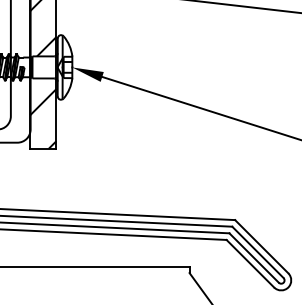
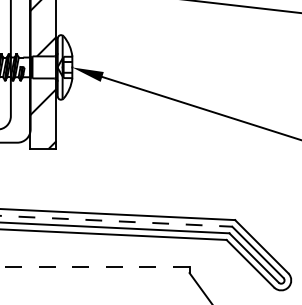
line at (116, 221): solid -> dashed
line at (94, 266): solid -> dashed
